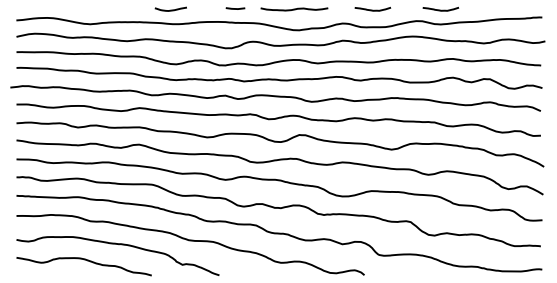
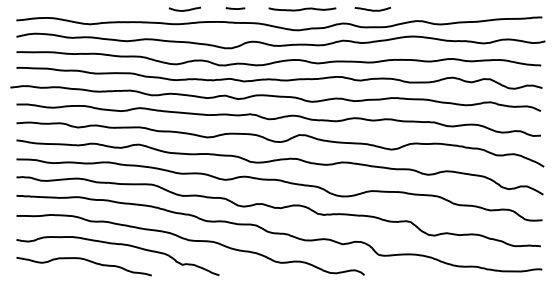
curve at (170, 9) position: (170, 9) -> (184, 9)
curve at (294, 9) position: (294, 9) -> (302, 9)
curve at (440, 9): present -> none
